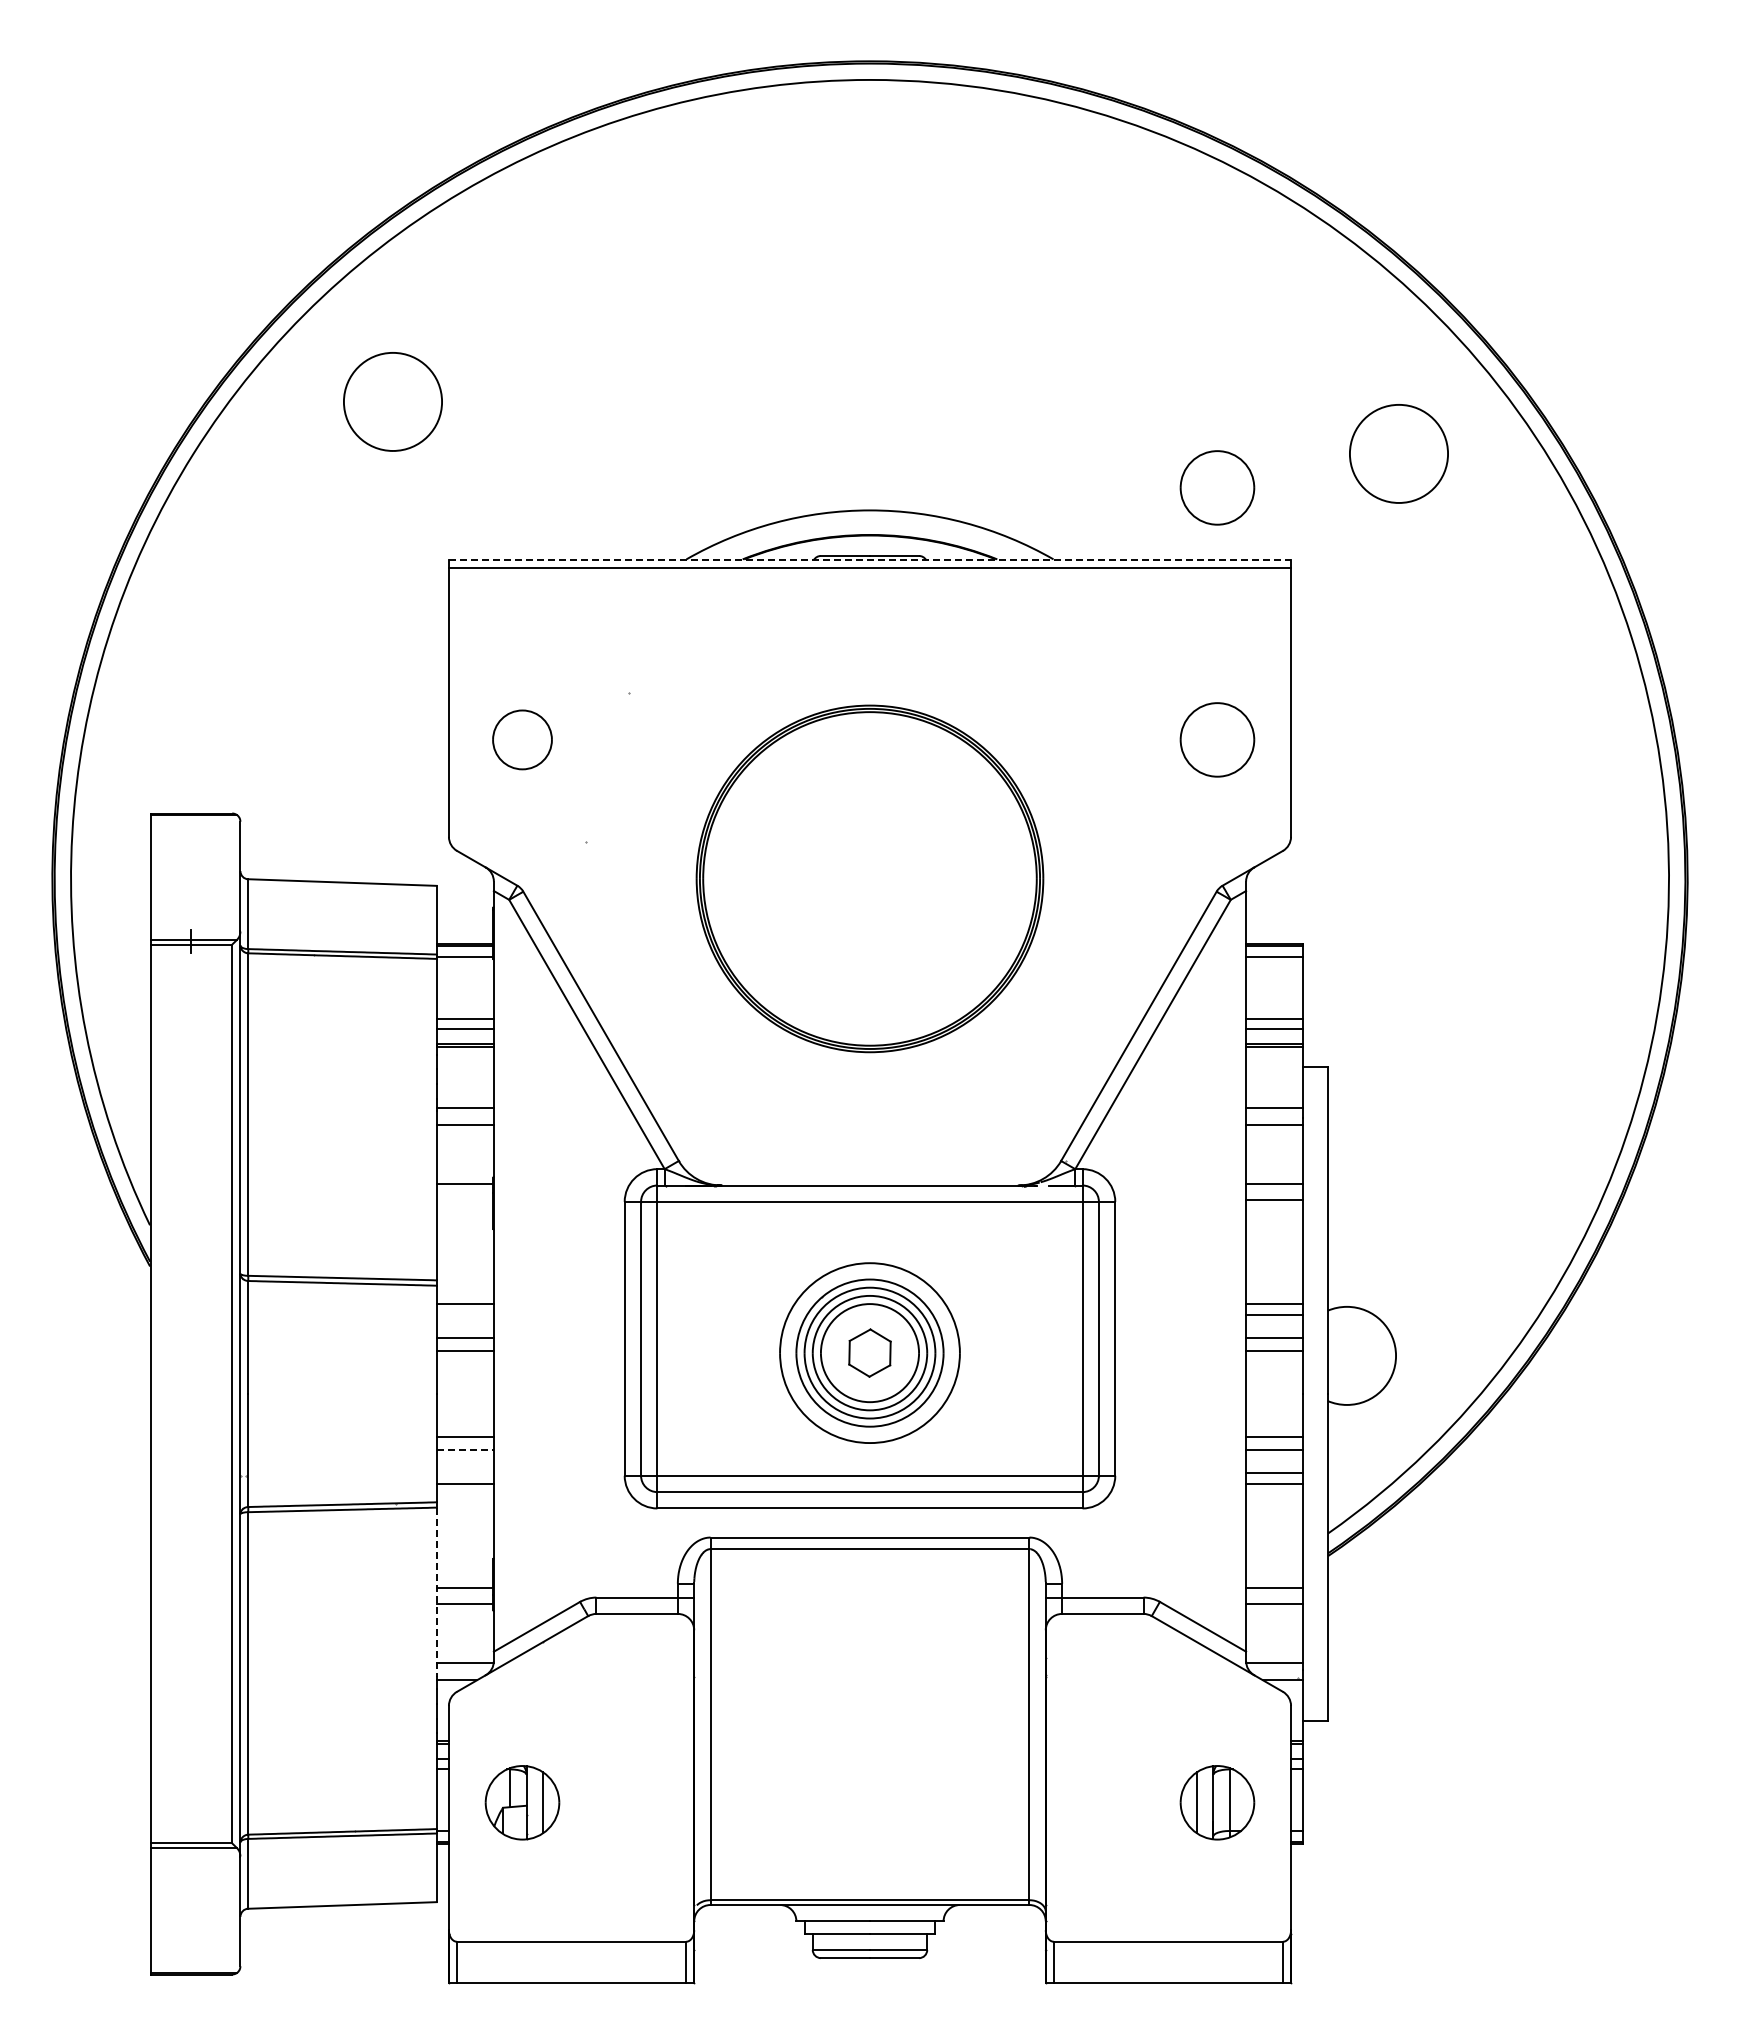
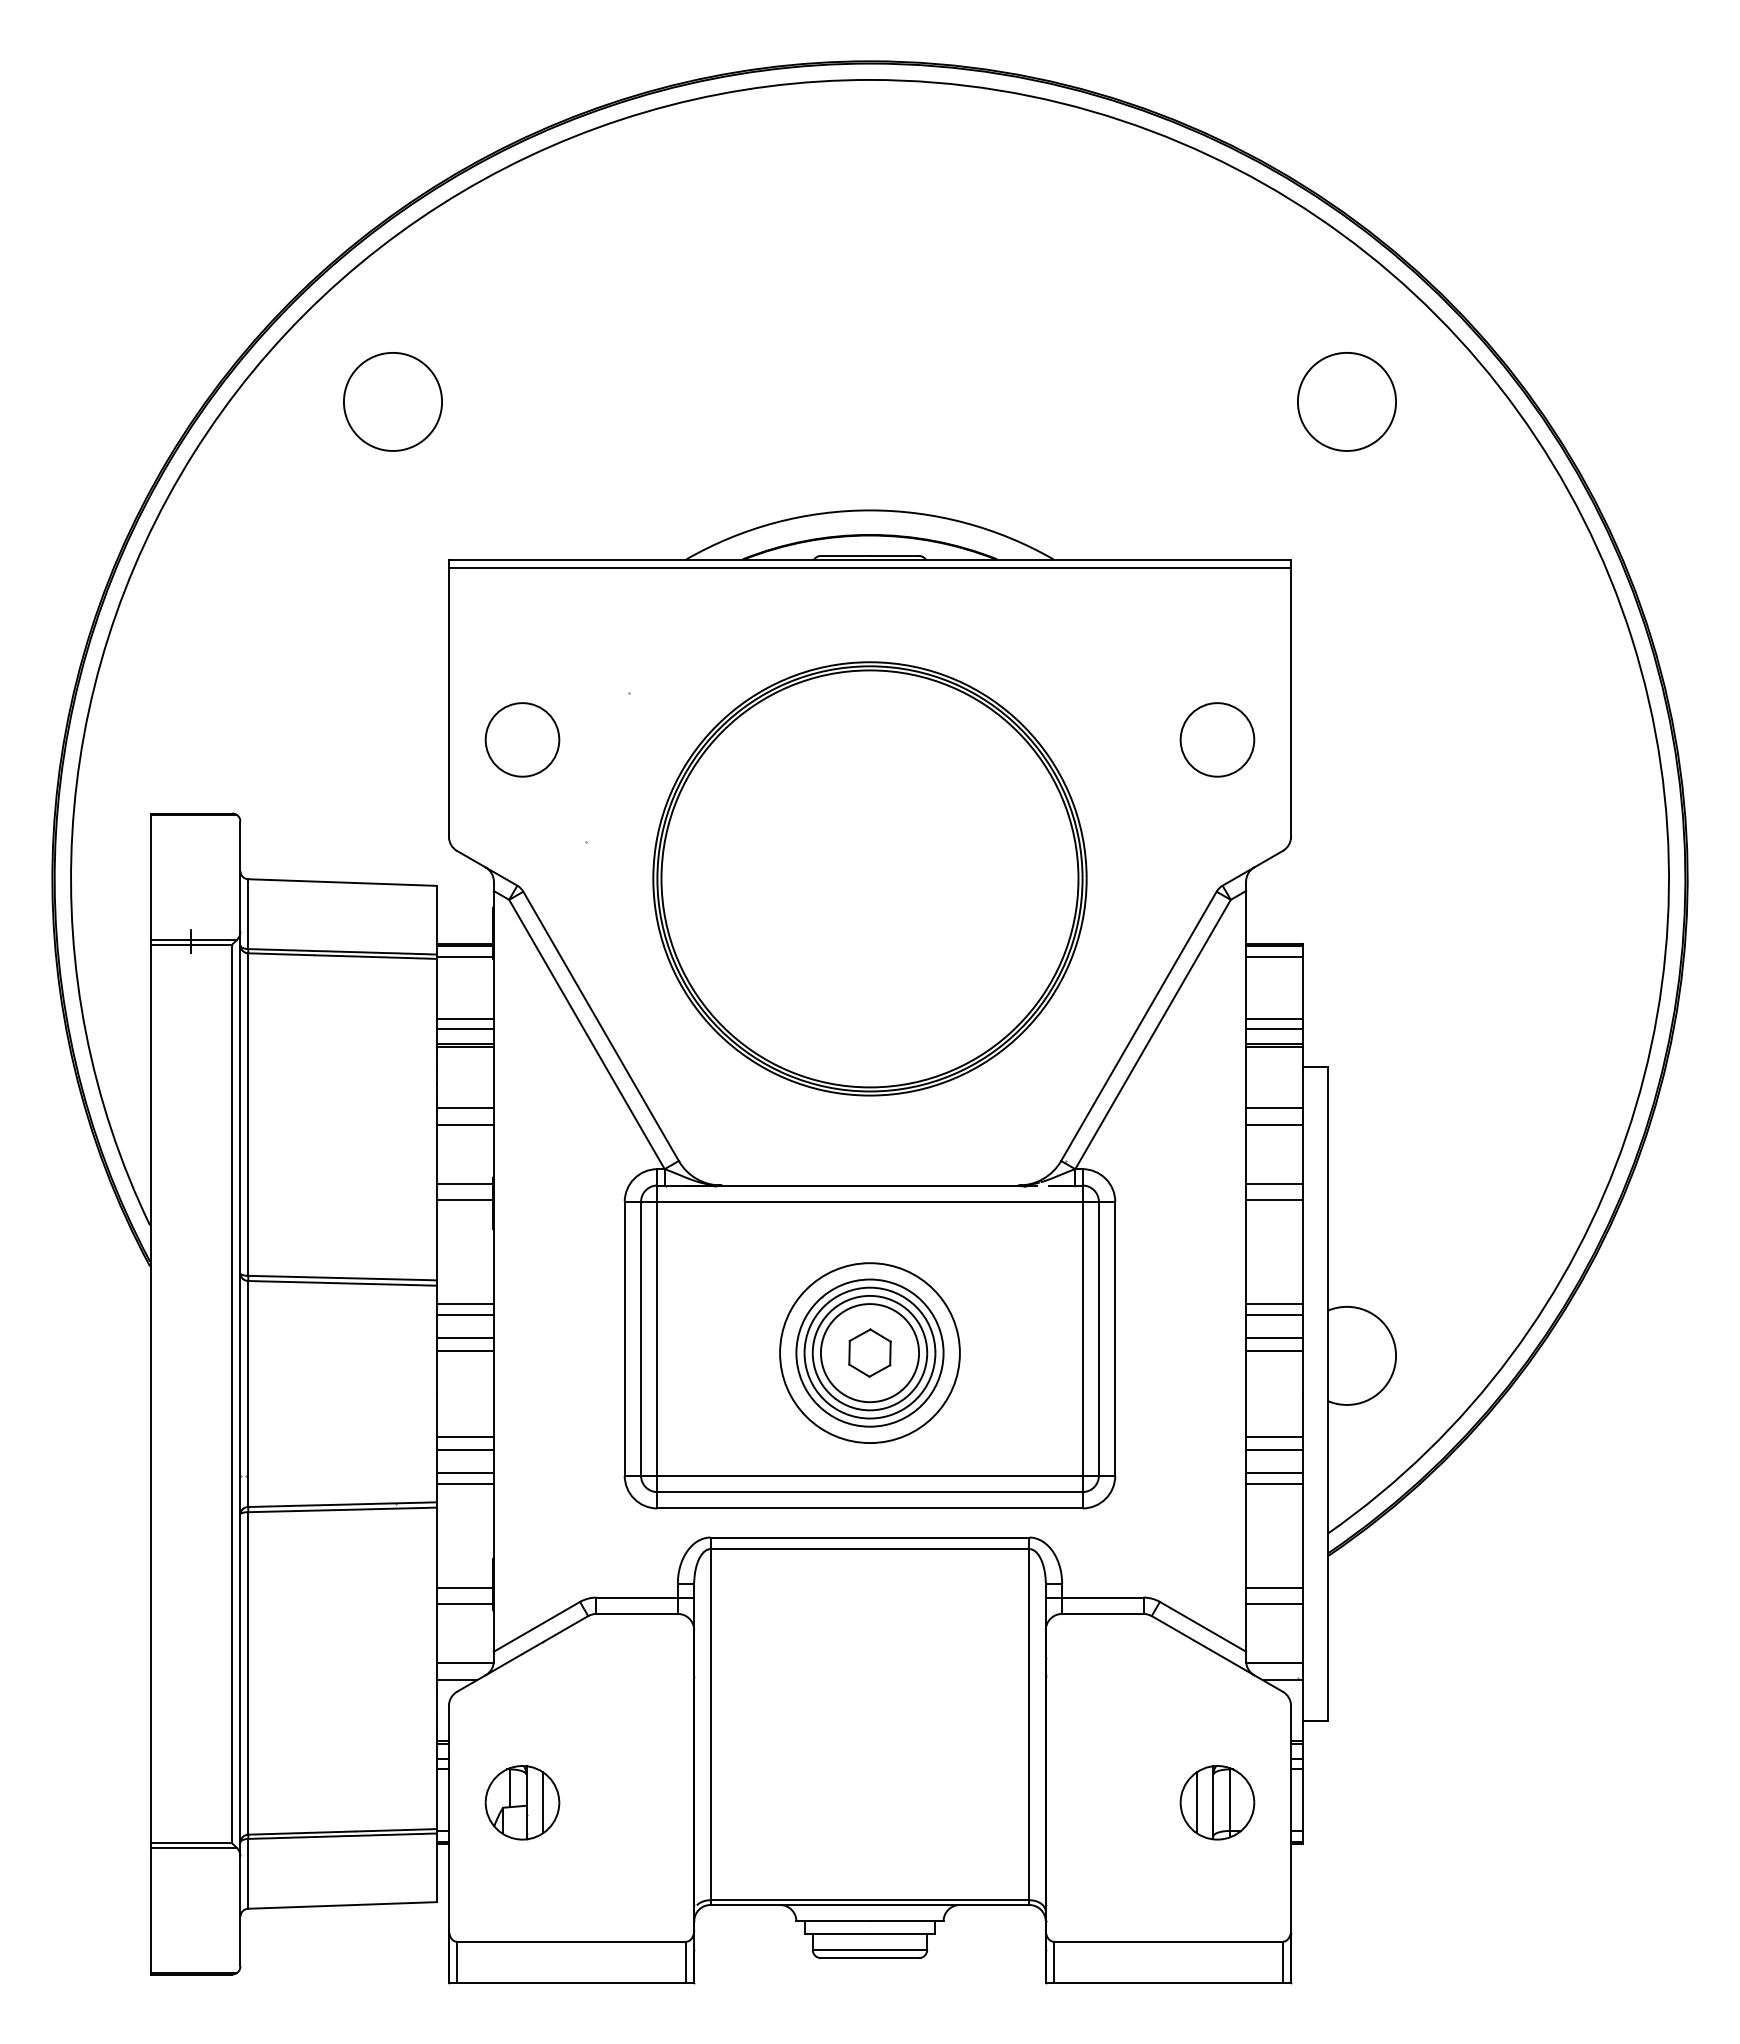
part at (1398, 453) position: (1398, 453) -> (1346, 401)
part at (1217, 487): present -> none
line at (870, 560): dashed -> solid
part at (522, 739) size: 61x62 px -> 77x76 px
part at (869, 878) size: 350x350 px -> 436x436 px
line at (464, 1199): none -> present
line at (464, 1315): none -> present
line at (465, 1450): dashed -> solid
line at (464, 1472): none -> present
line at (436, 1592): dashed -> solid
